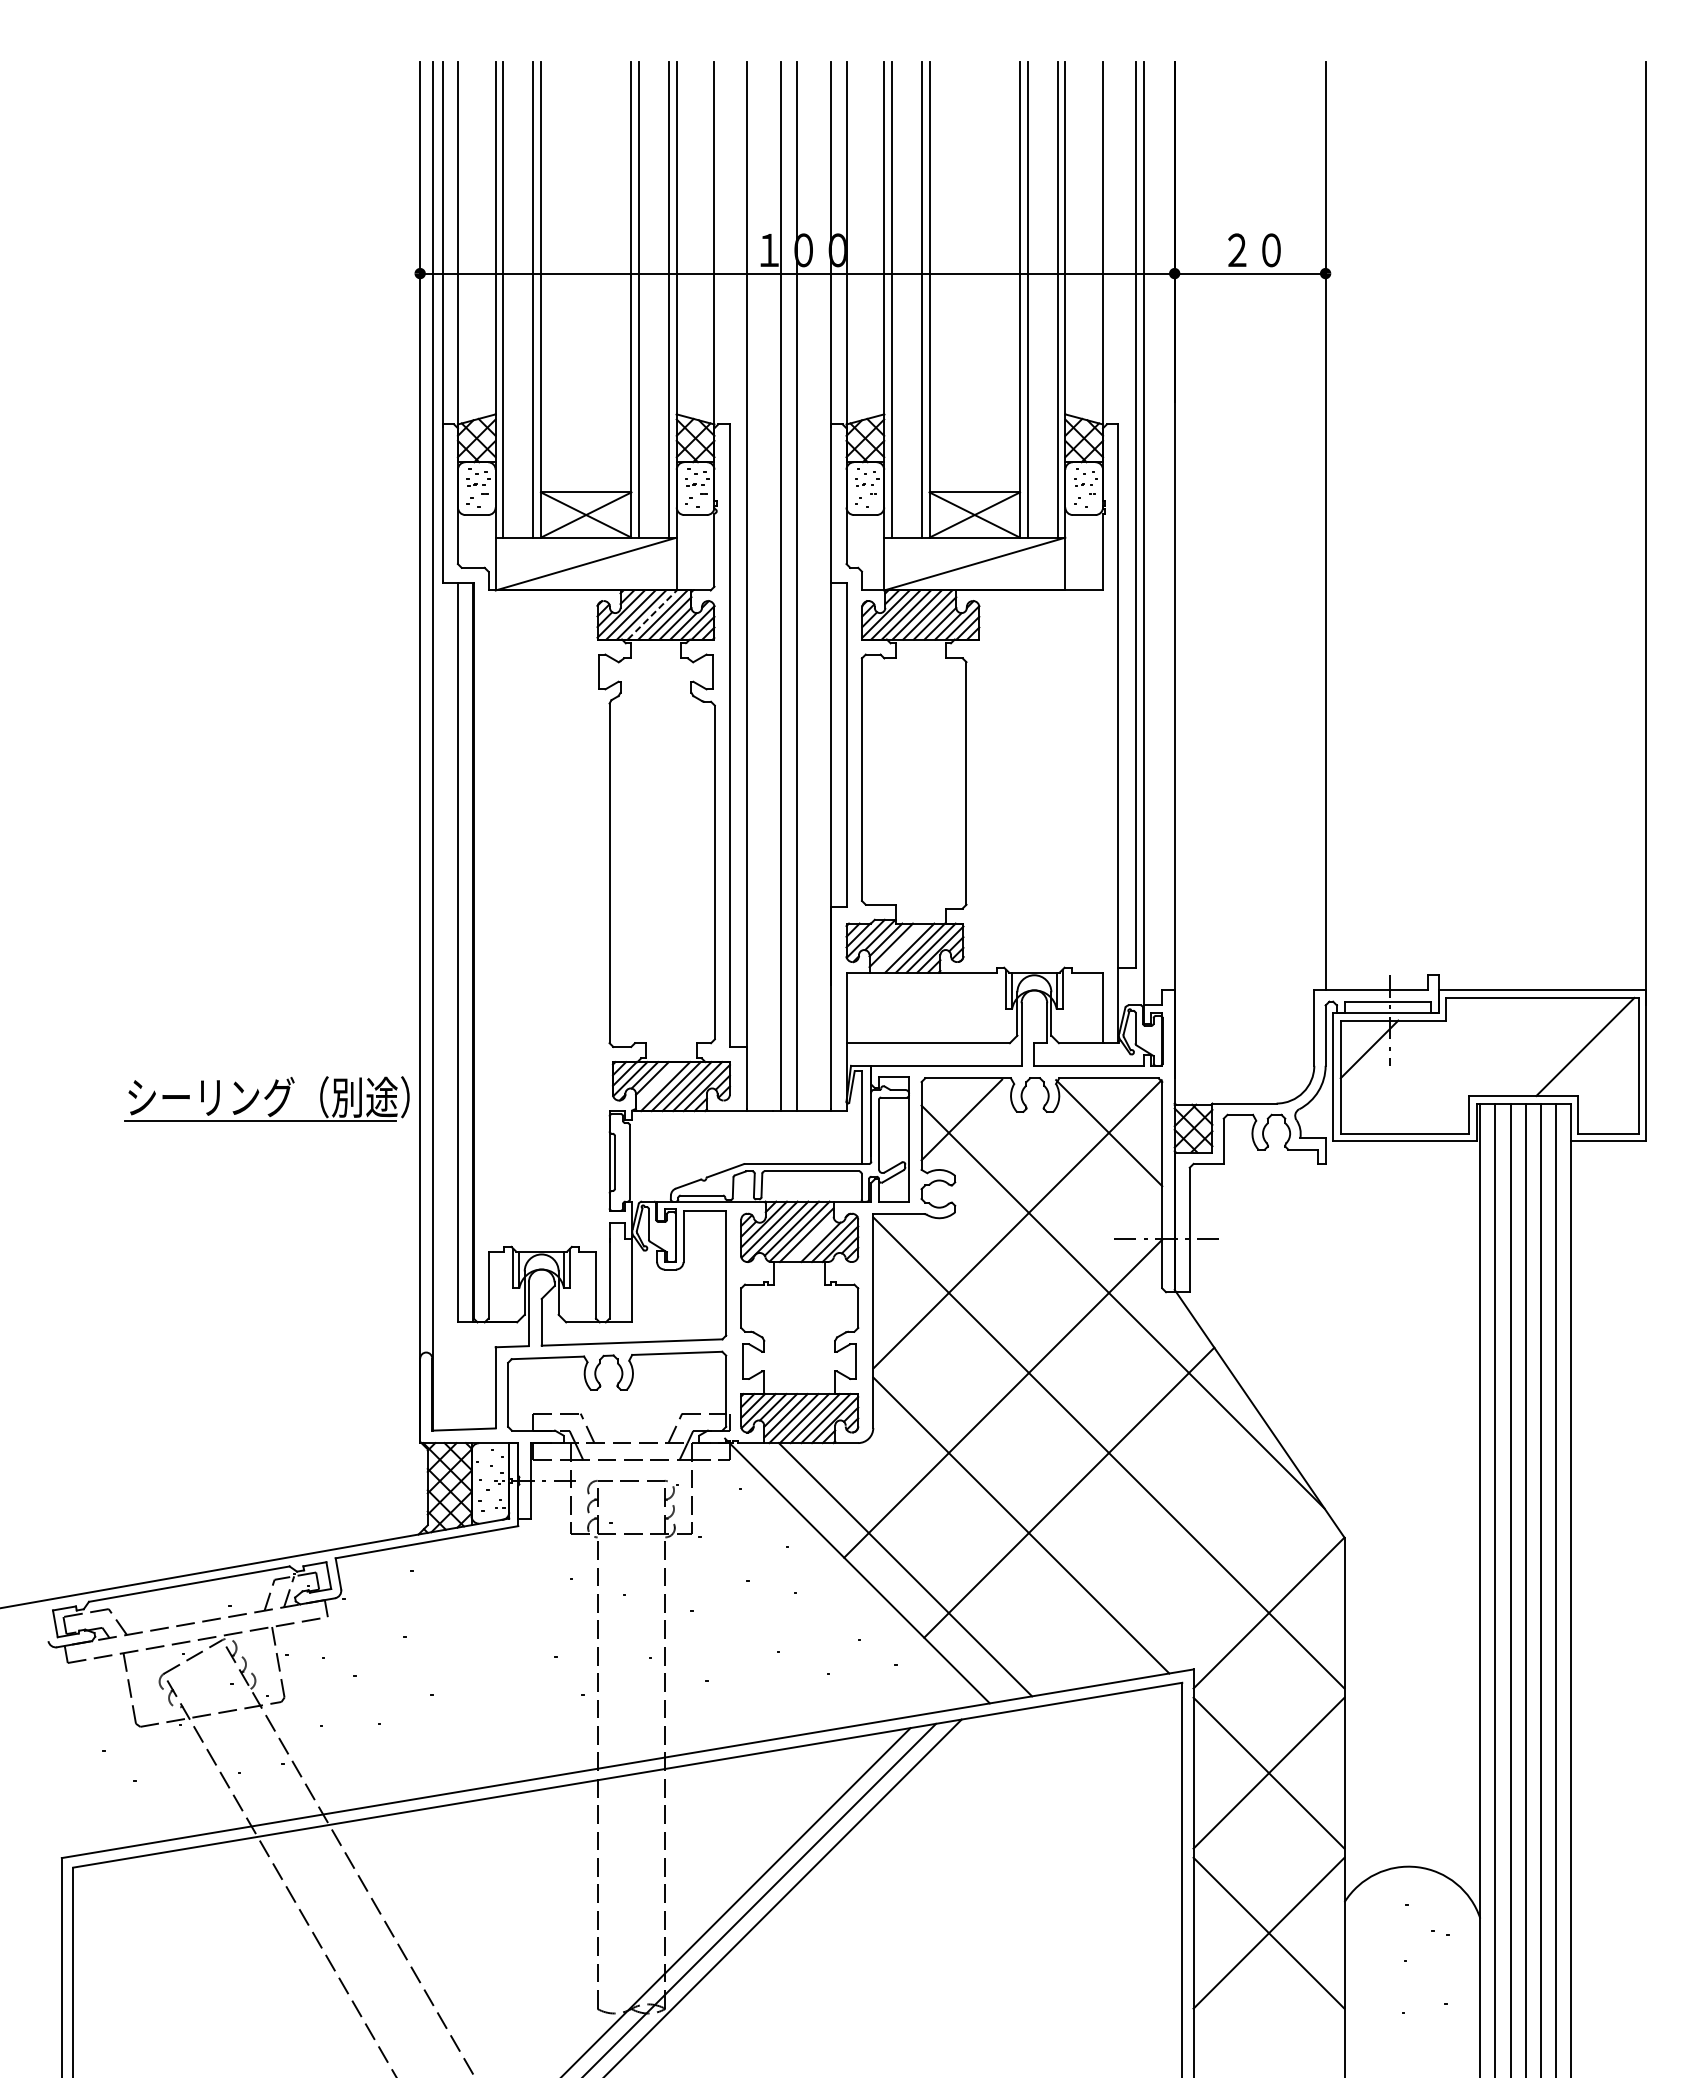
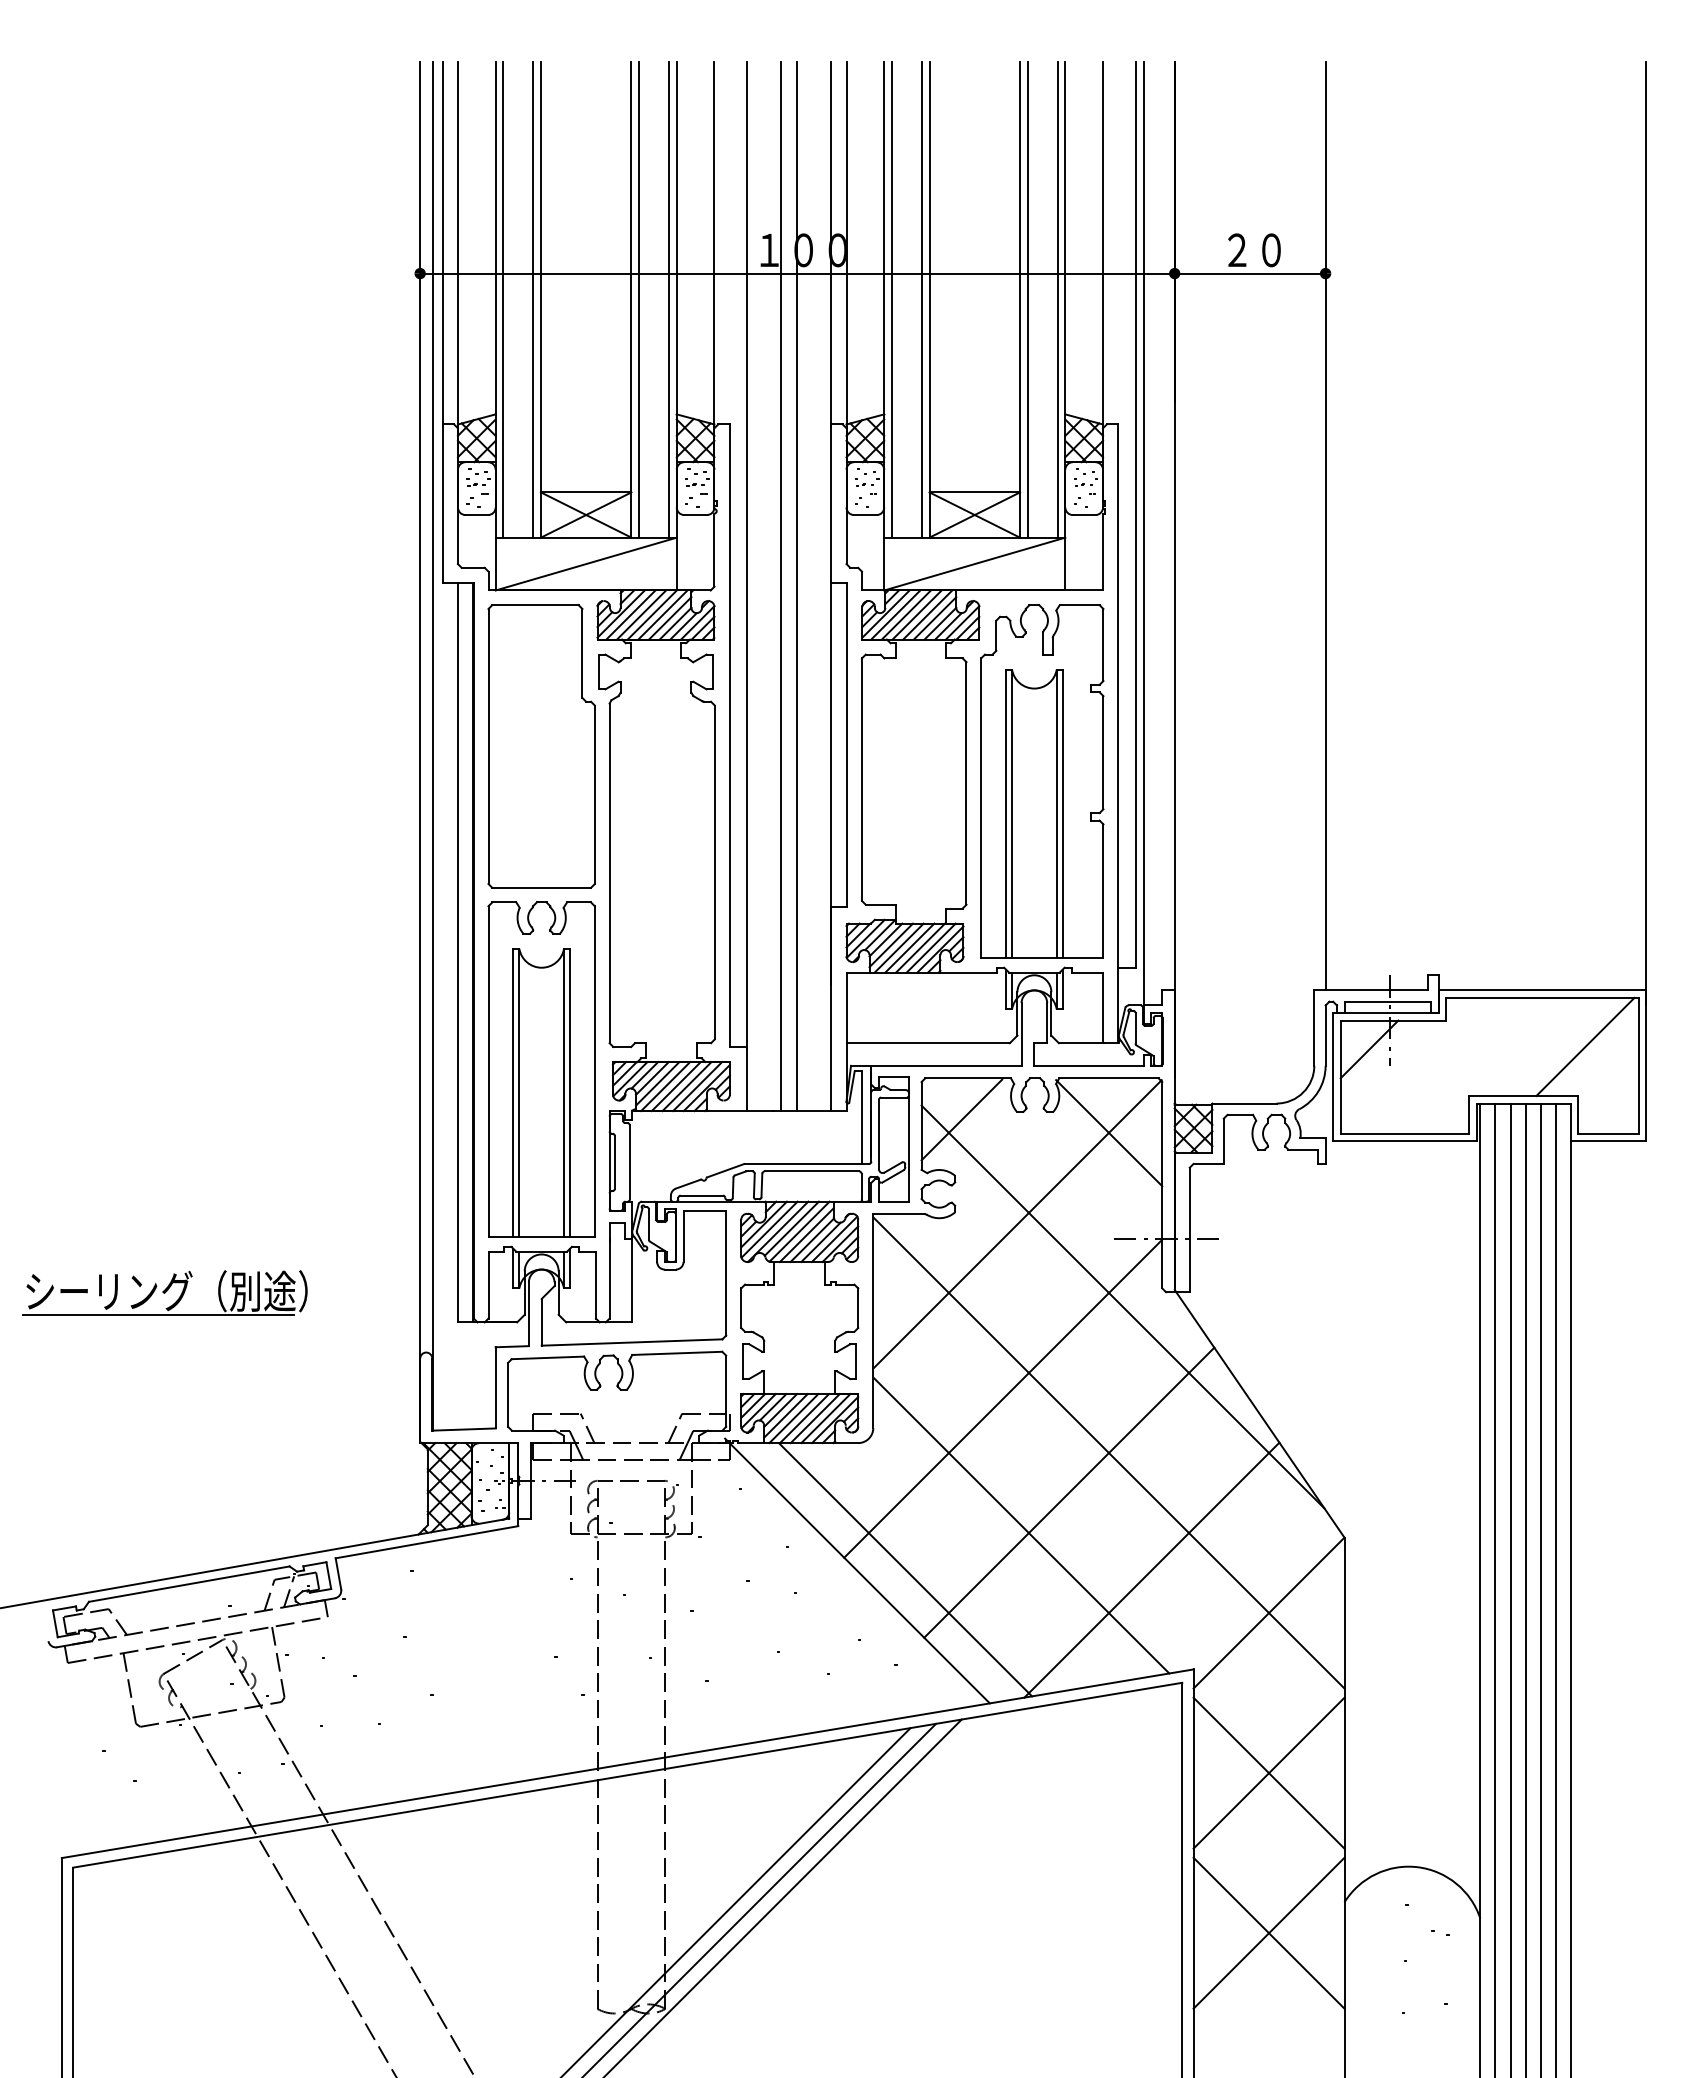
line at (652, 615): dashed -> solid
part at (541, 746): none -> present
part at (1042, 781): none -> present
line at (898, 947): none -> present
part at (541, 1069): none -> present
line at (657, 1083): none -> present
part at (266, 1098) position: (266, 1098) -> (164, 1292)
line at (811, 1240): none -> present
line at (1151, 1569): none -> present
